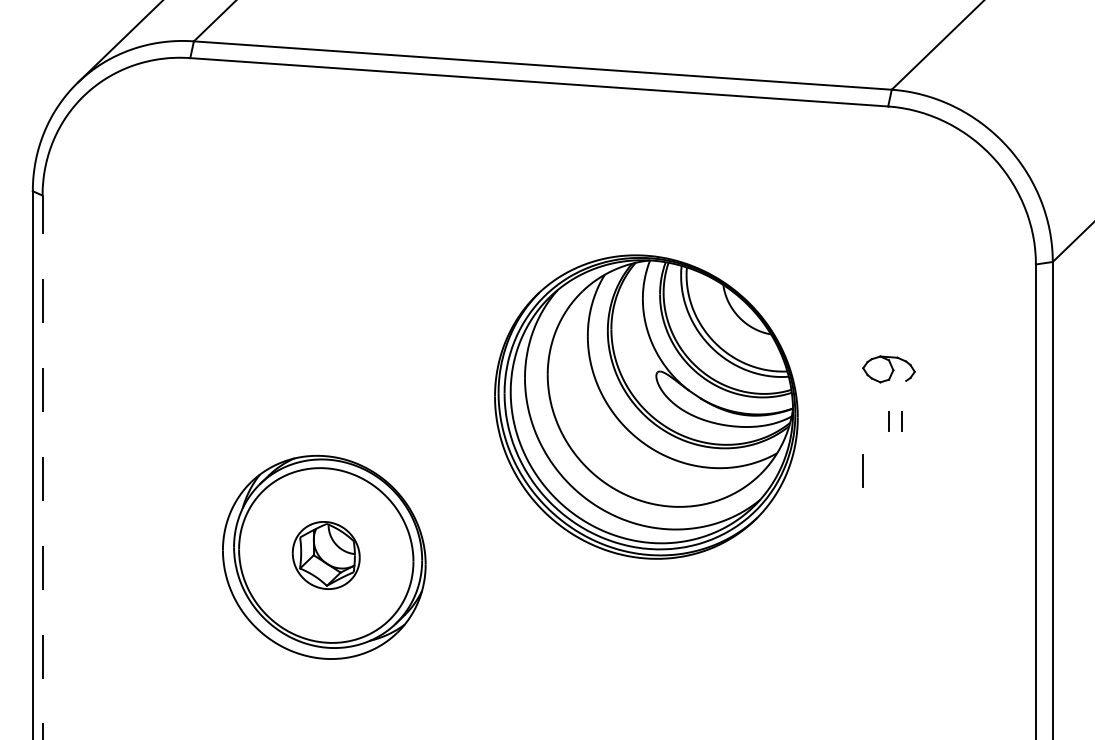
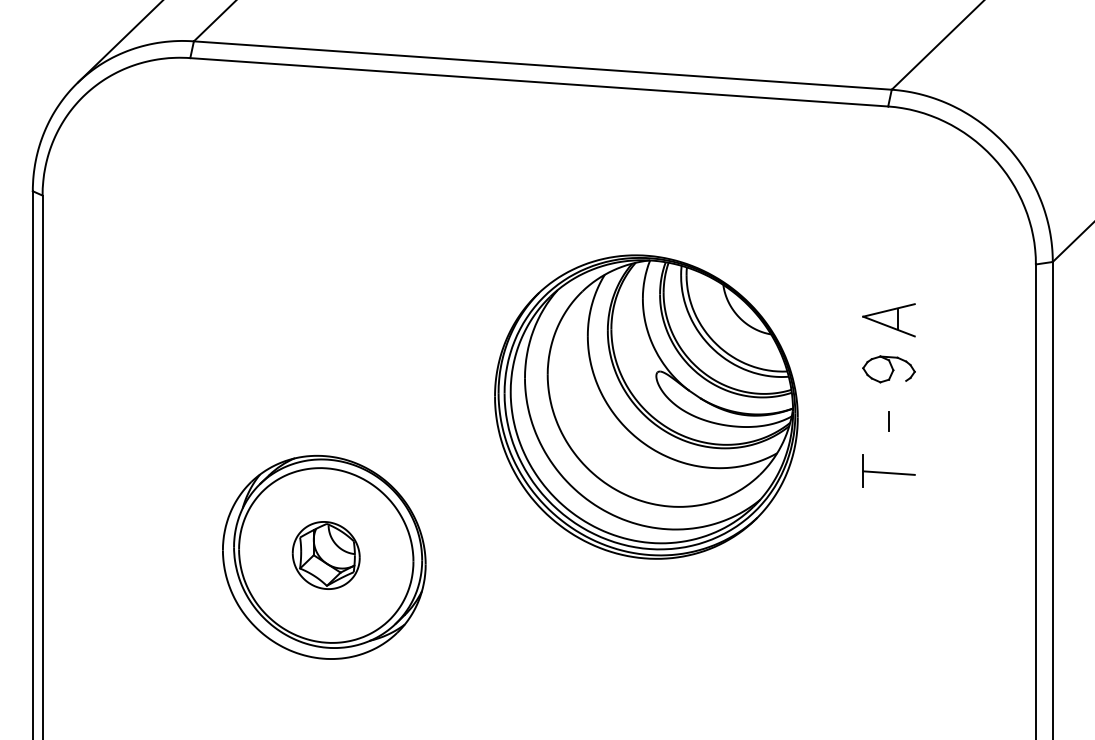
part at (888, 320): none -> present
line at (901, 421): present -> none
line at (42, 467): dashed -> solid
line at (888, 472): none -> present
